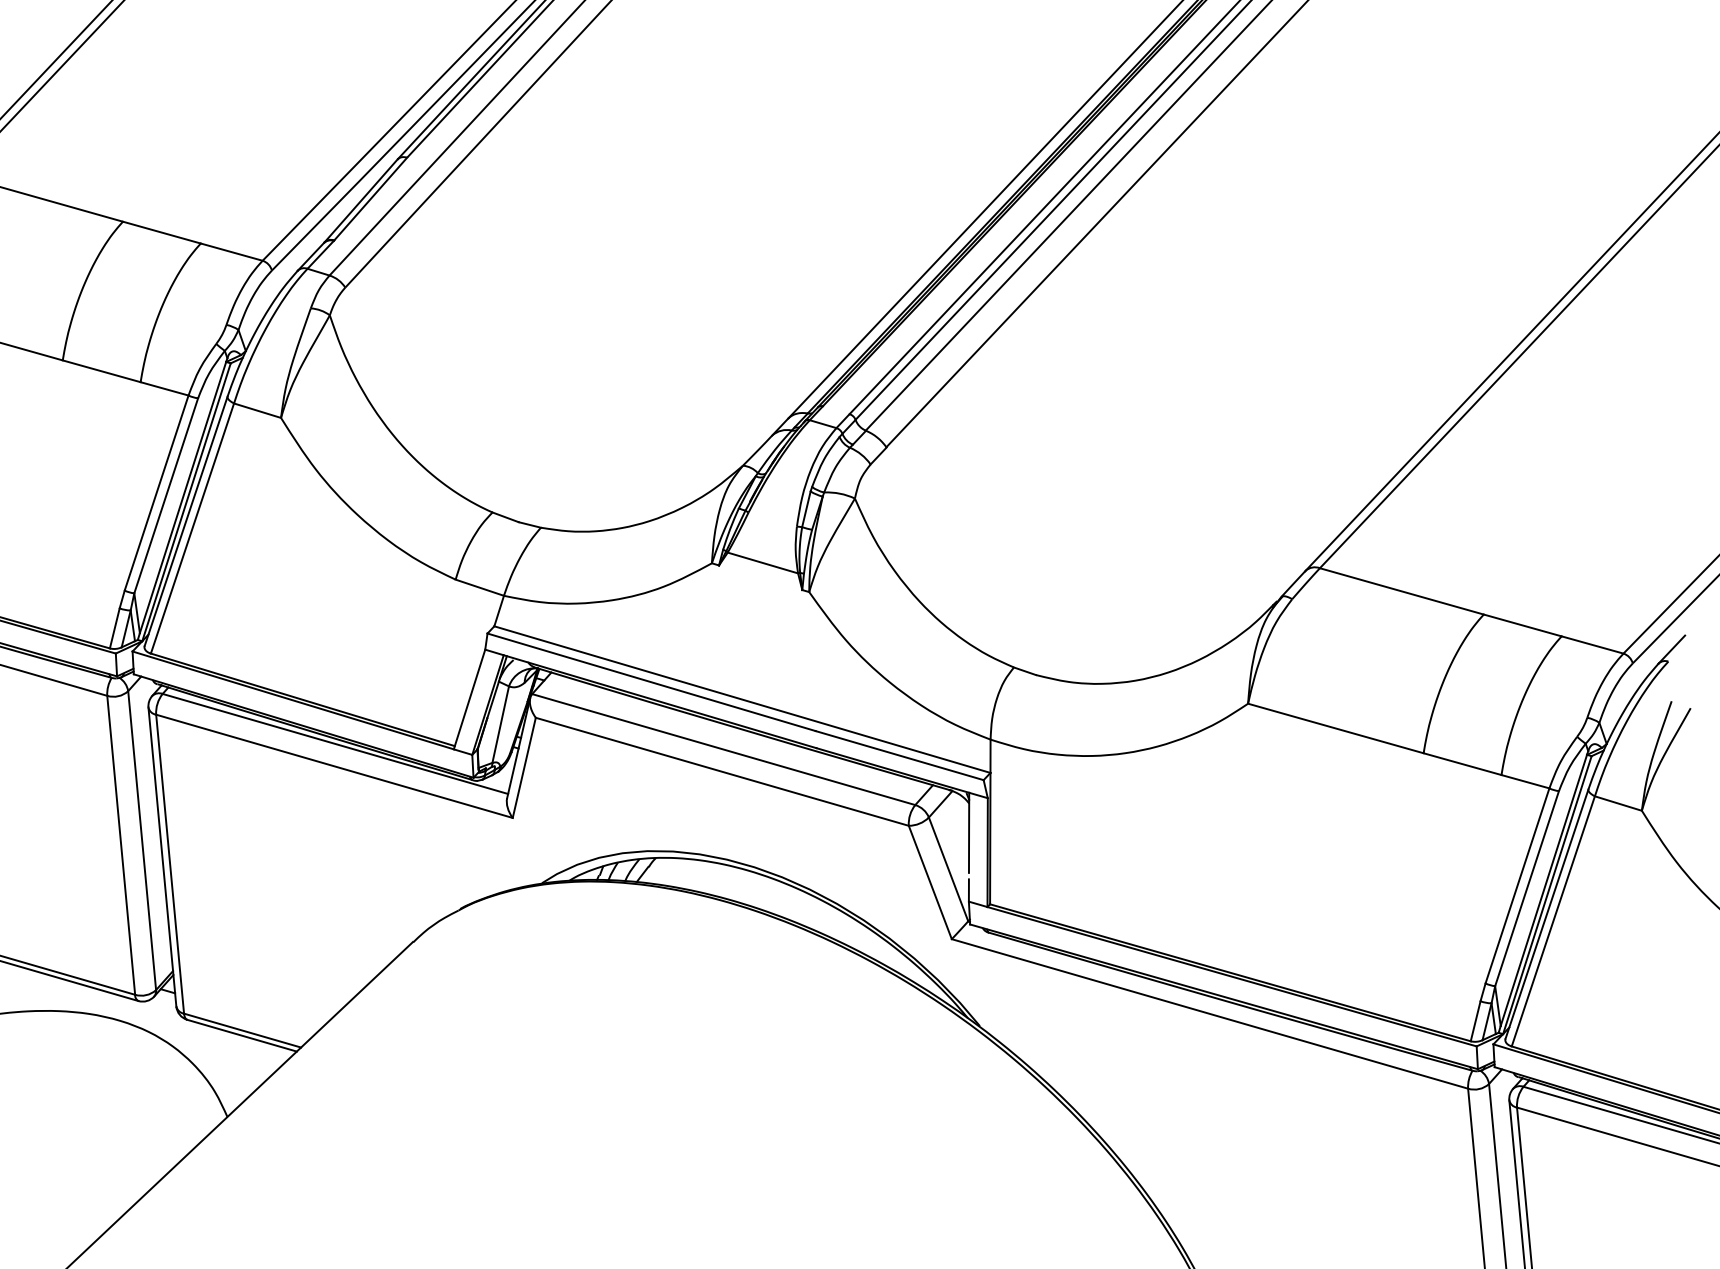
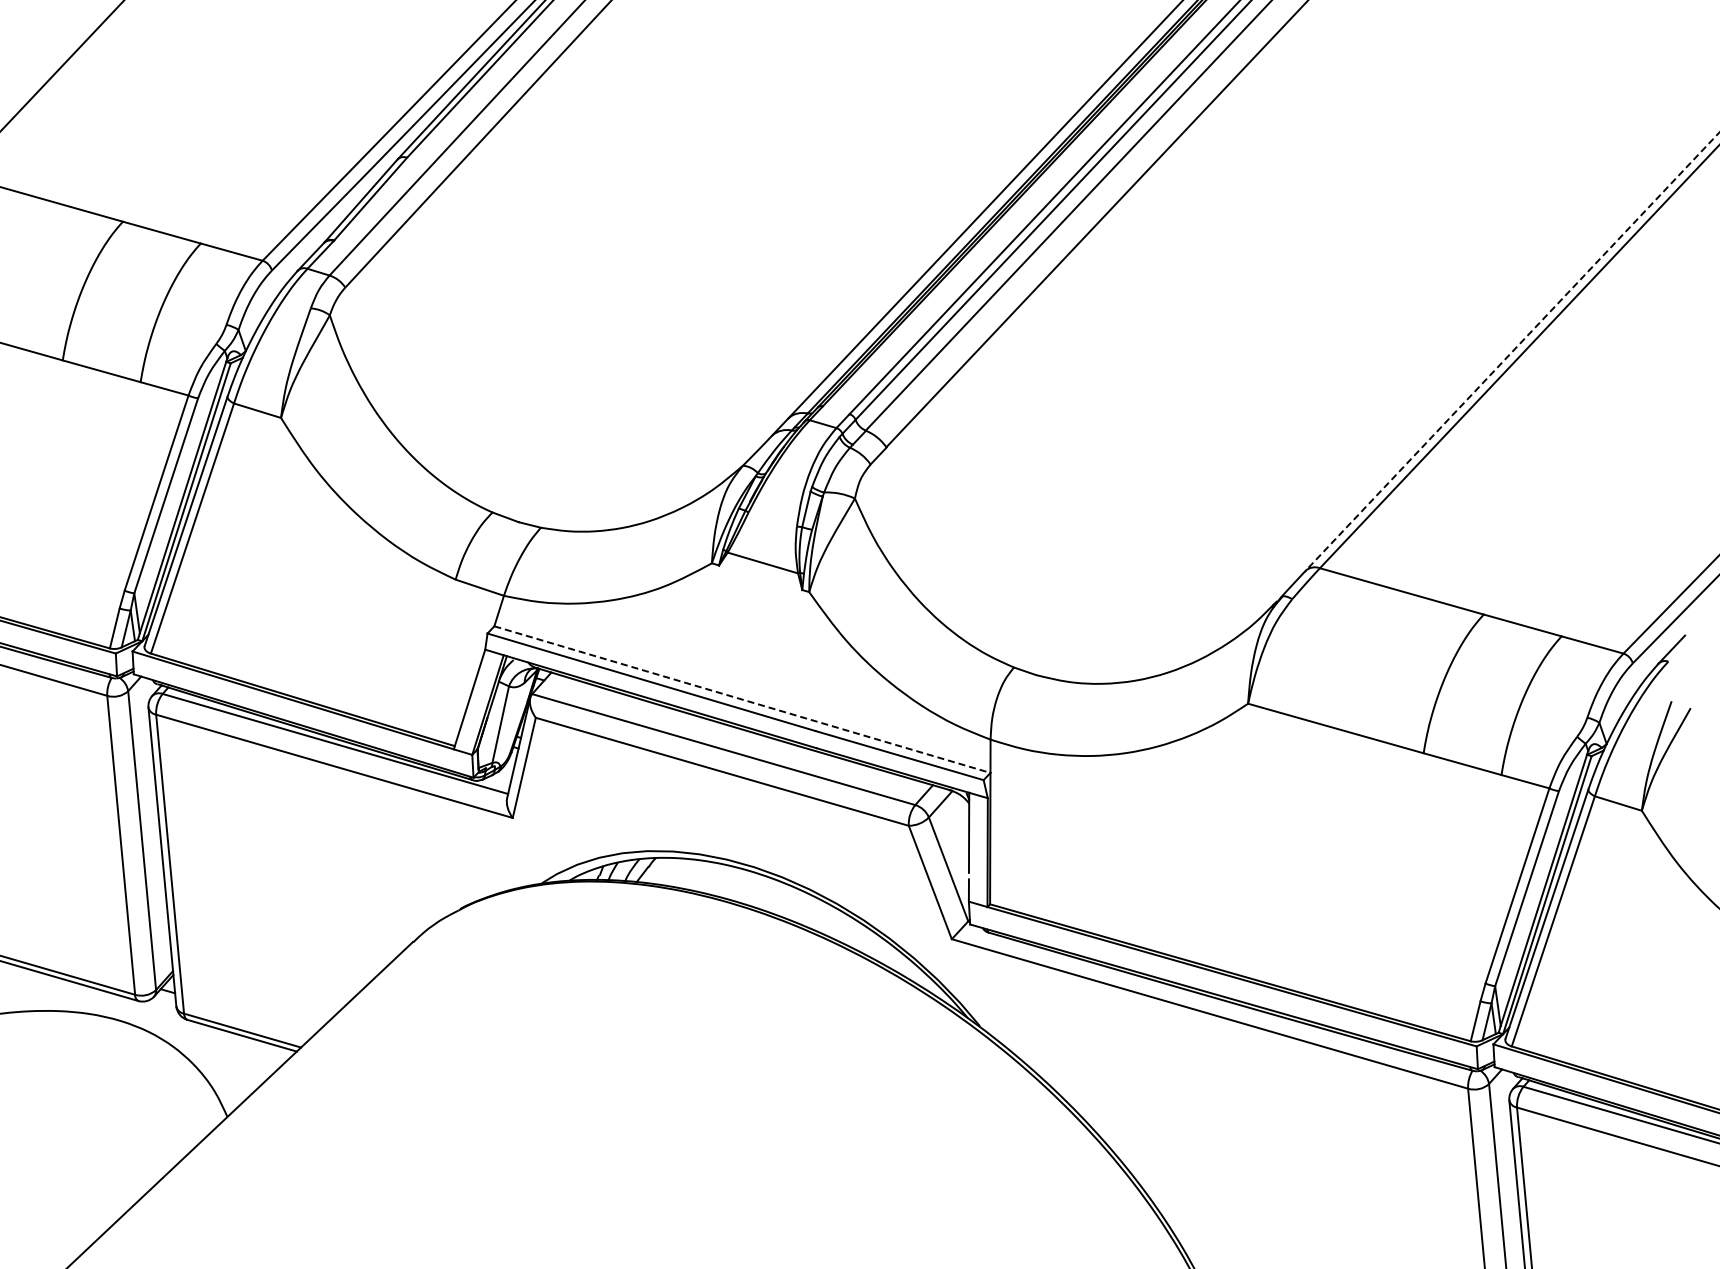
line at (56, 59): present -> none
line at (1512, 351): solid -> dashed
line at (742, 699): solid -> dashed
